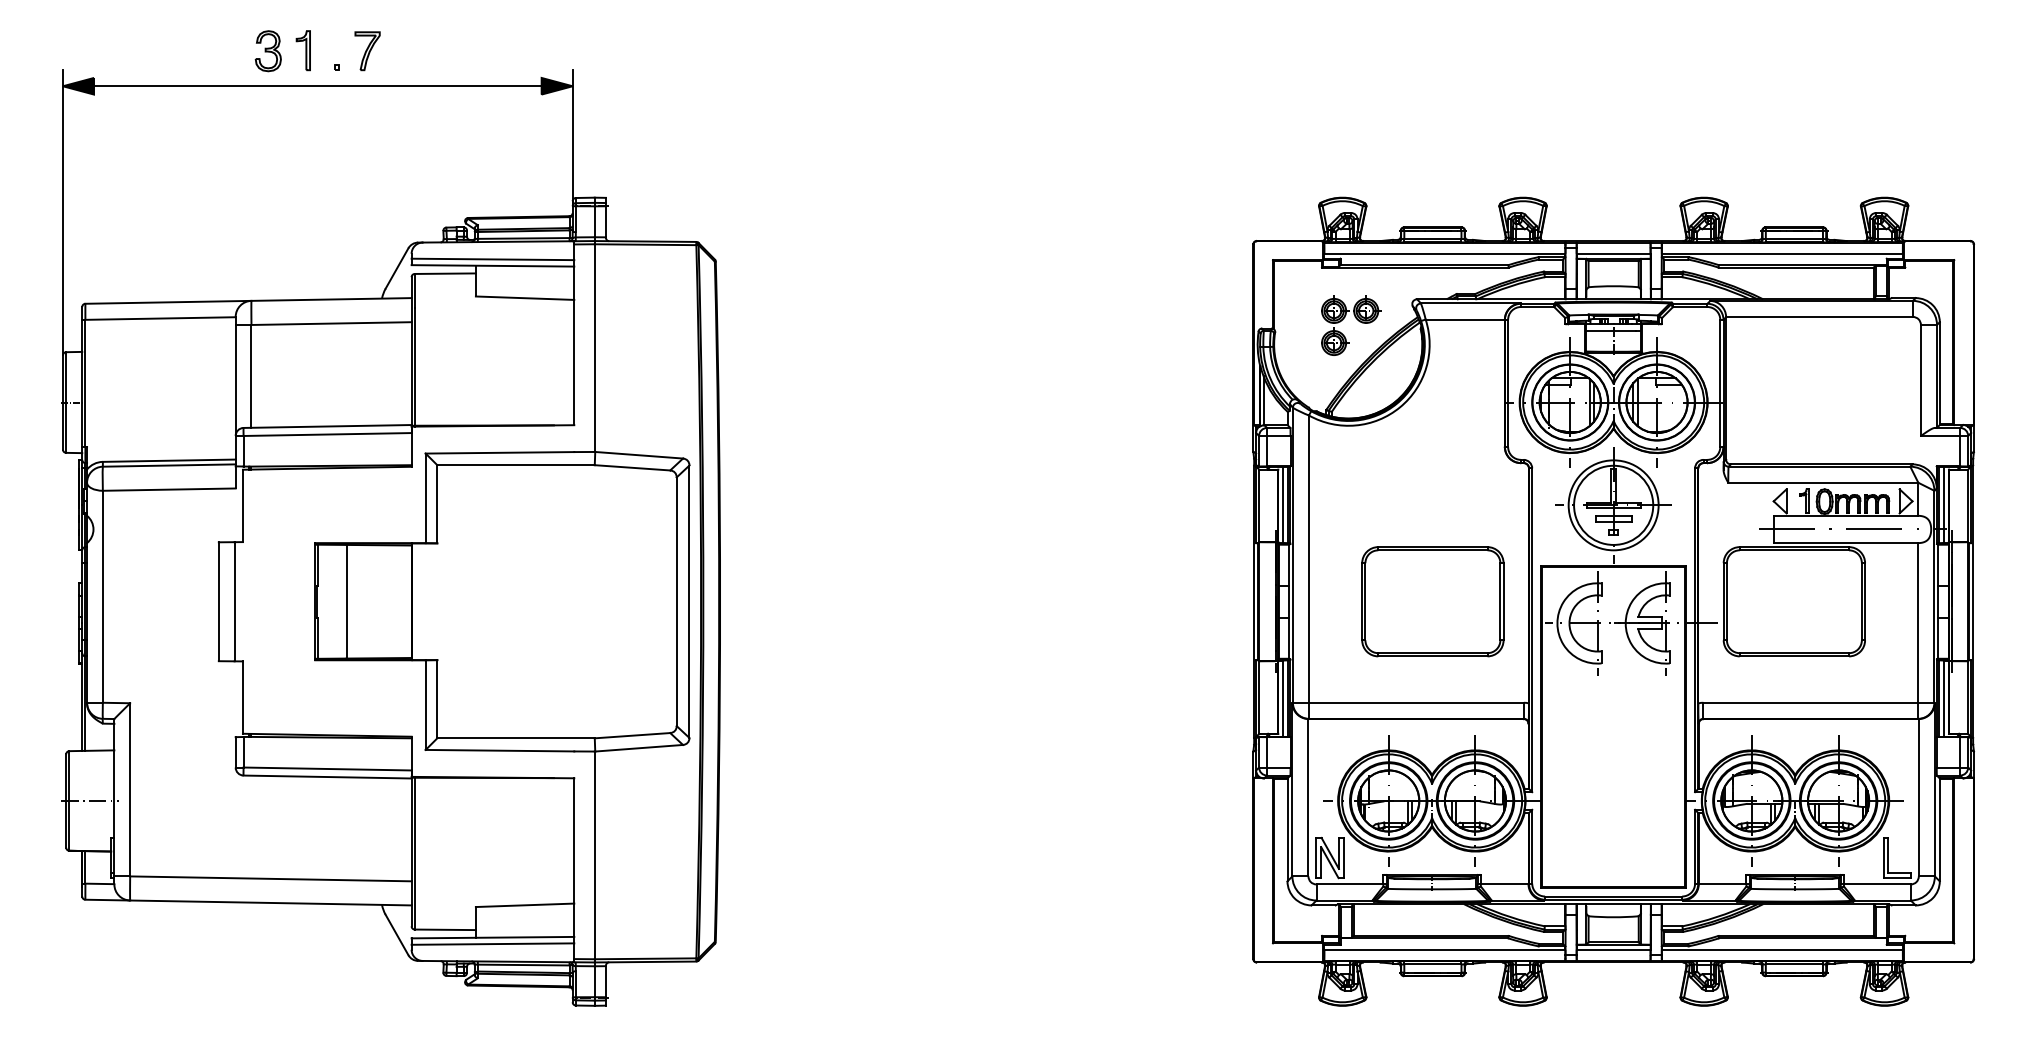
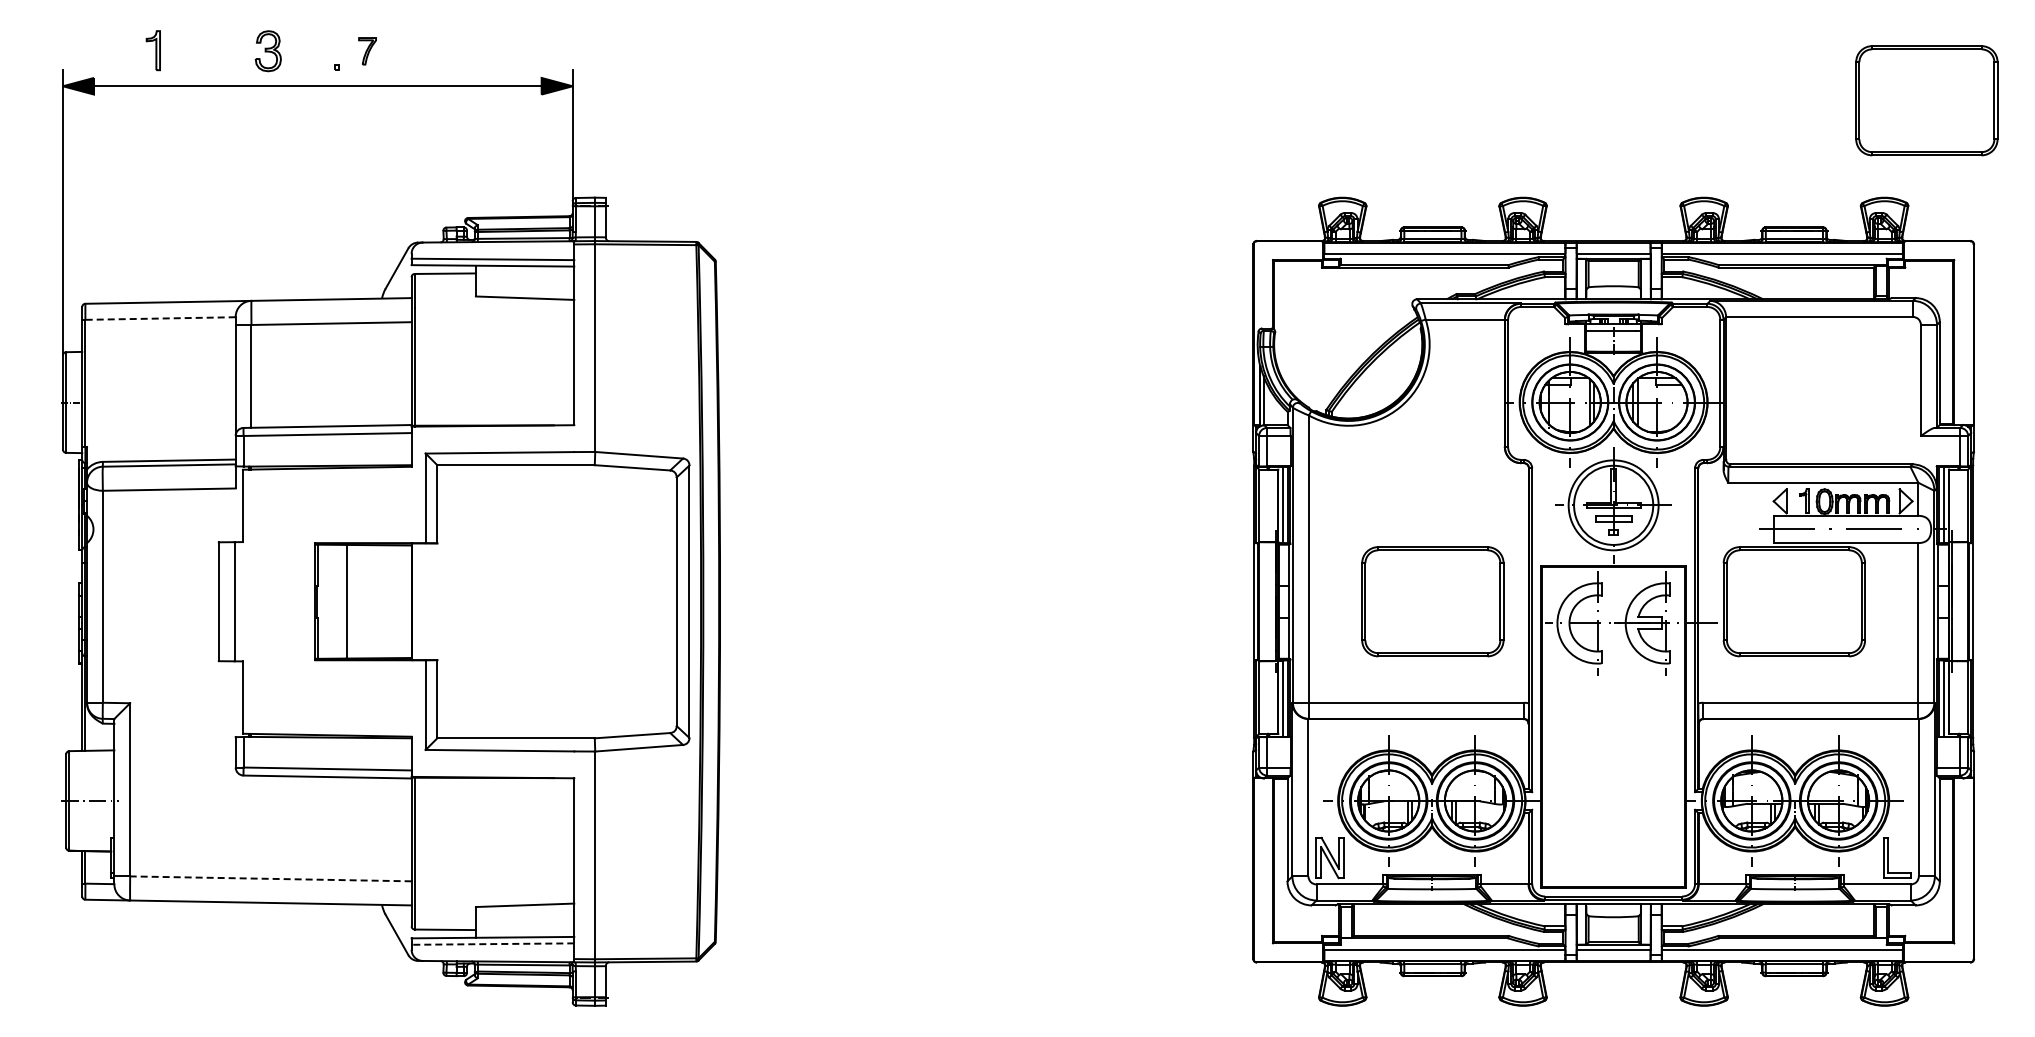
part at (302, 50) position: (302, 50) -> (152, 50)
part at (367, 51) size: 27x41 px -> 19x29 px
part at (1926, 100): none -> present
line at (160, 318): solid -> dashed
part at (1356, 319): present -> none
line at (270, 878): solid -> dashed
line at (492, 944): solid -> dashed
